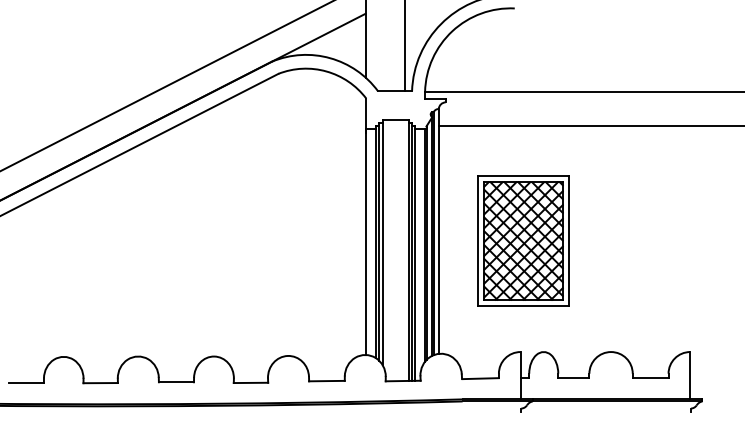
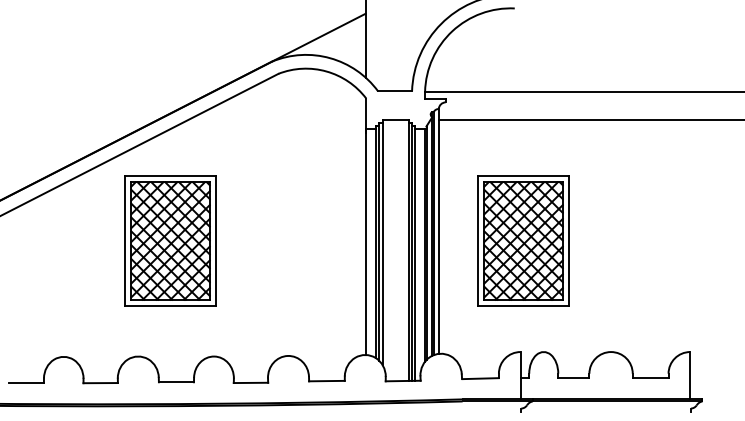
line at (404, 46): present -> none
line at (166, 86): present -> none
line at (589, 126) position: (589, 126) -> (589, 120)
part at (170, 240): none -> present
